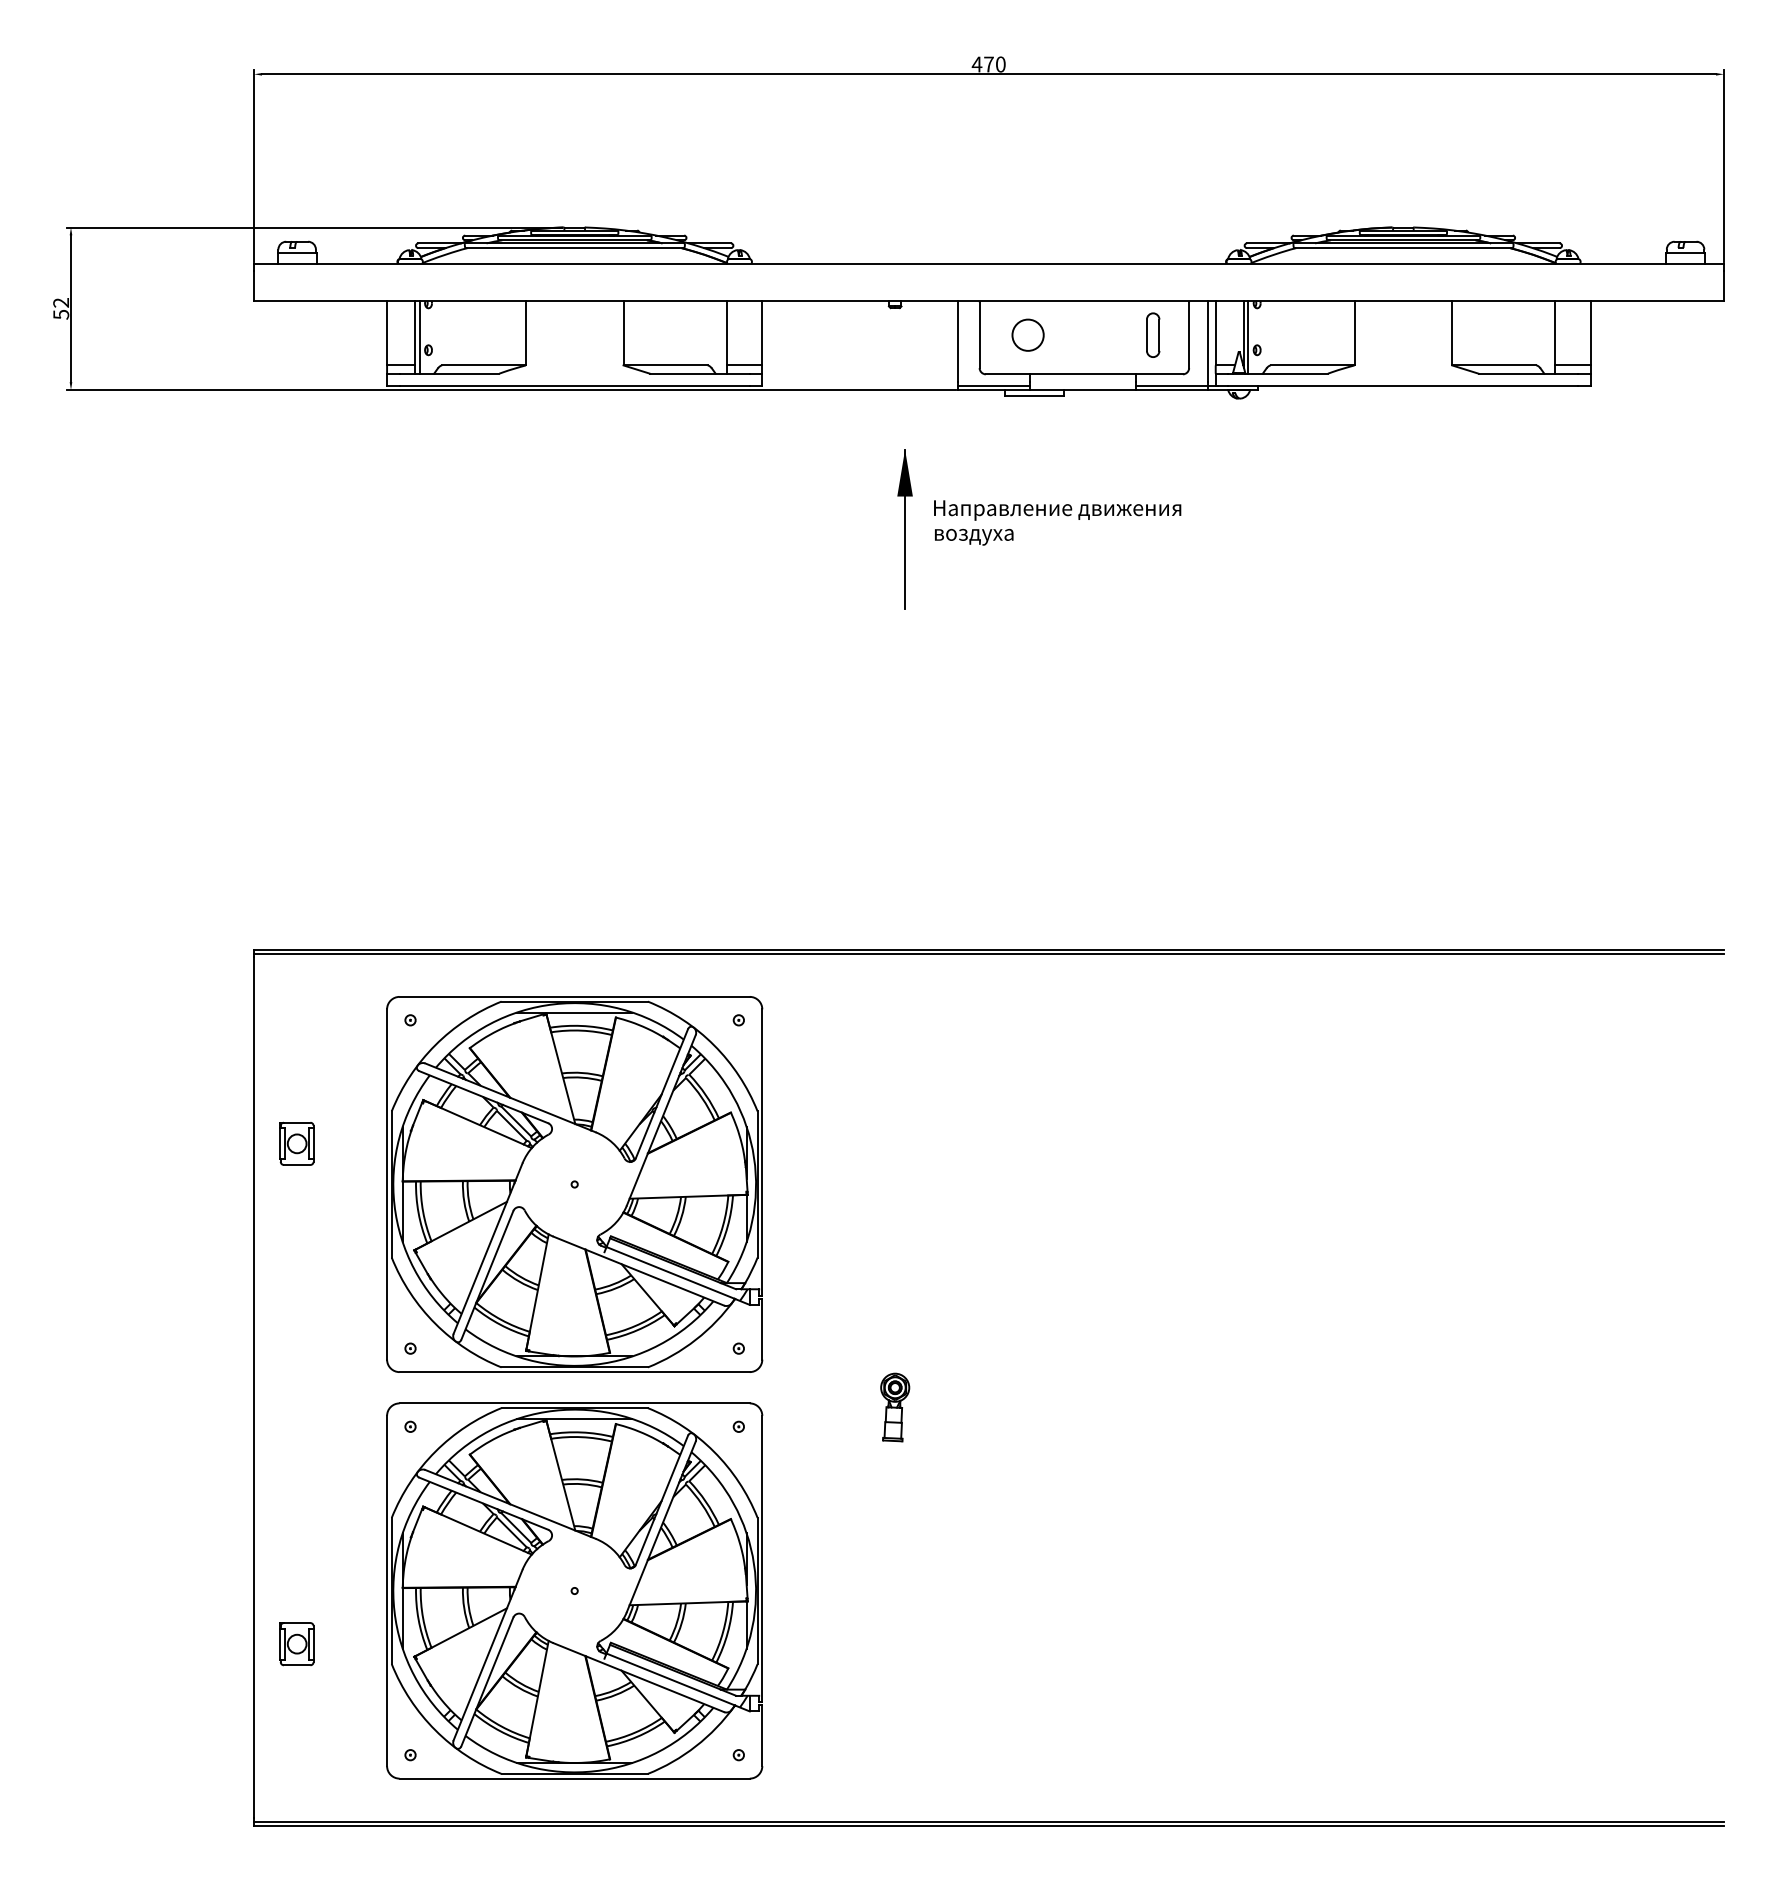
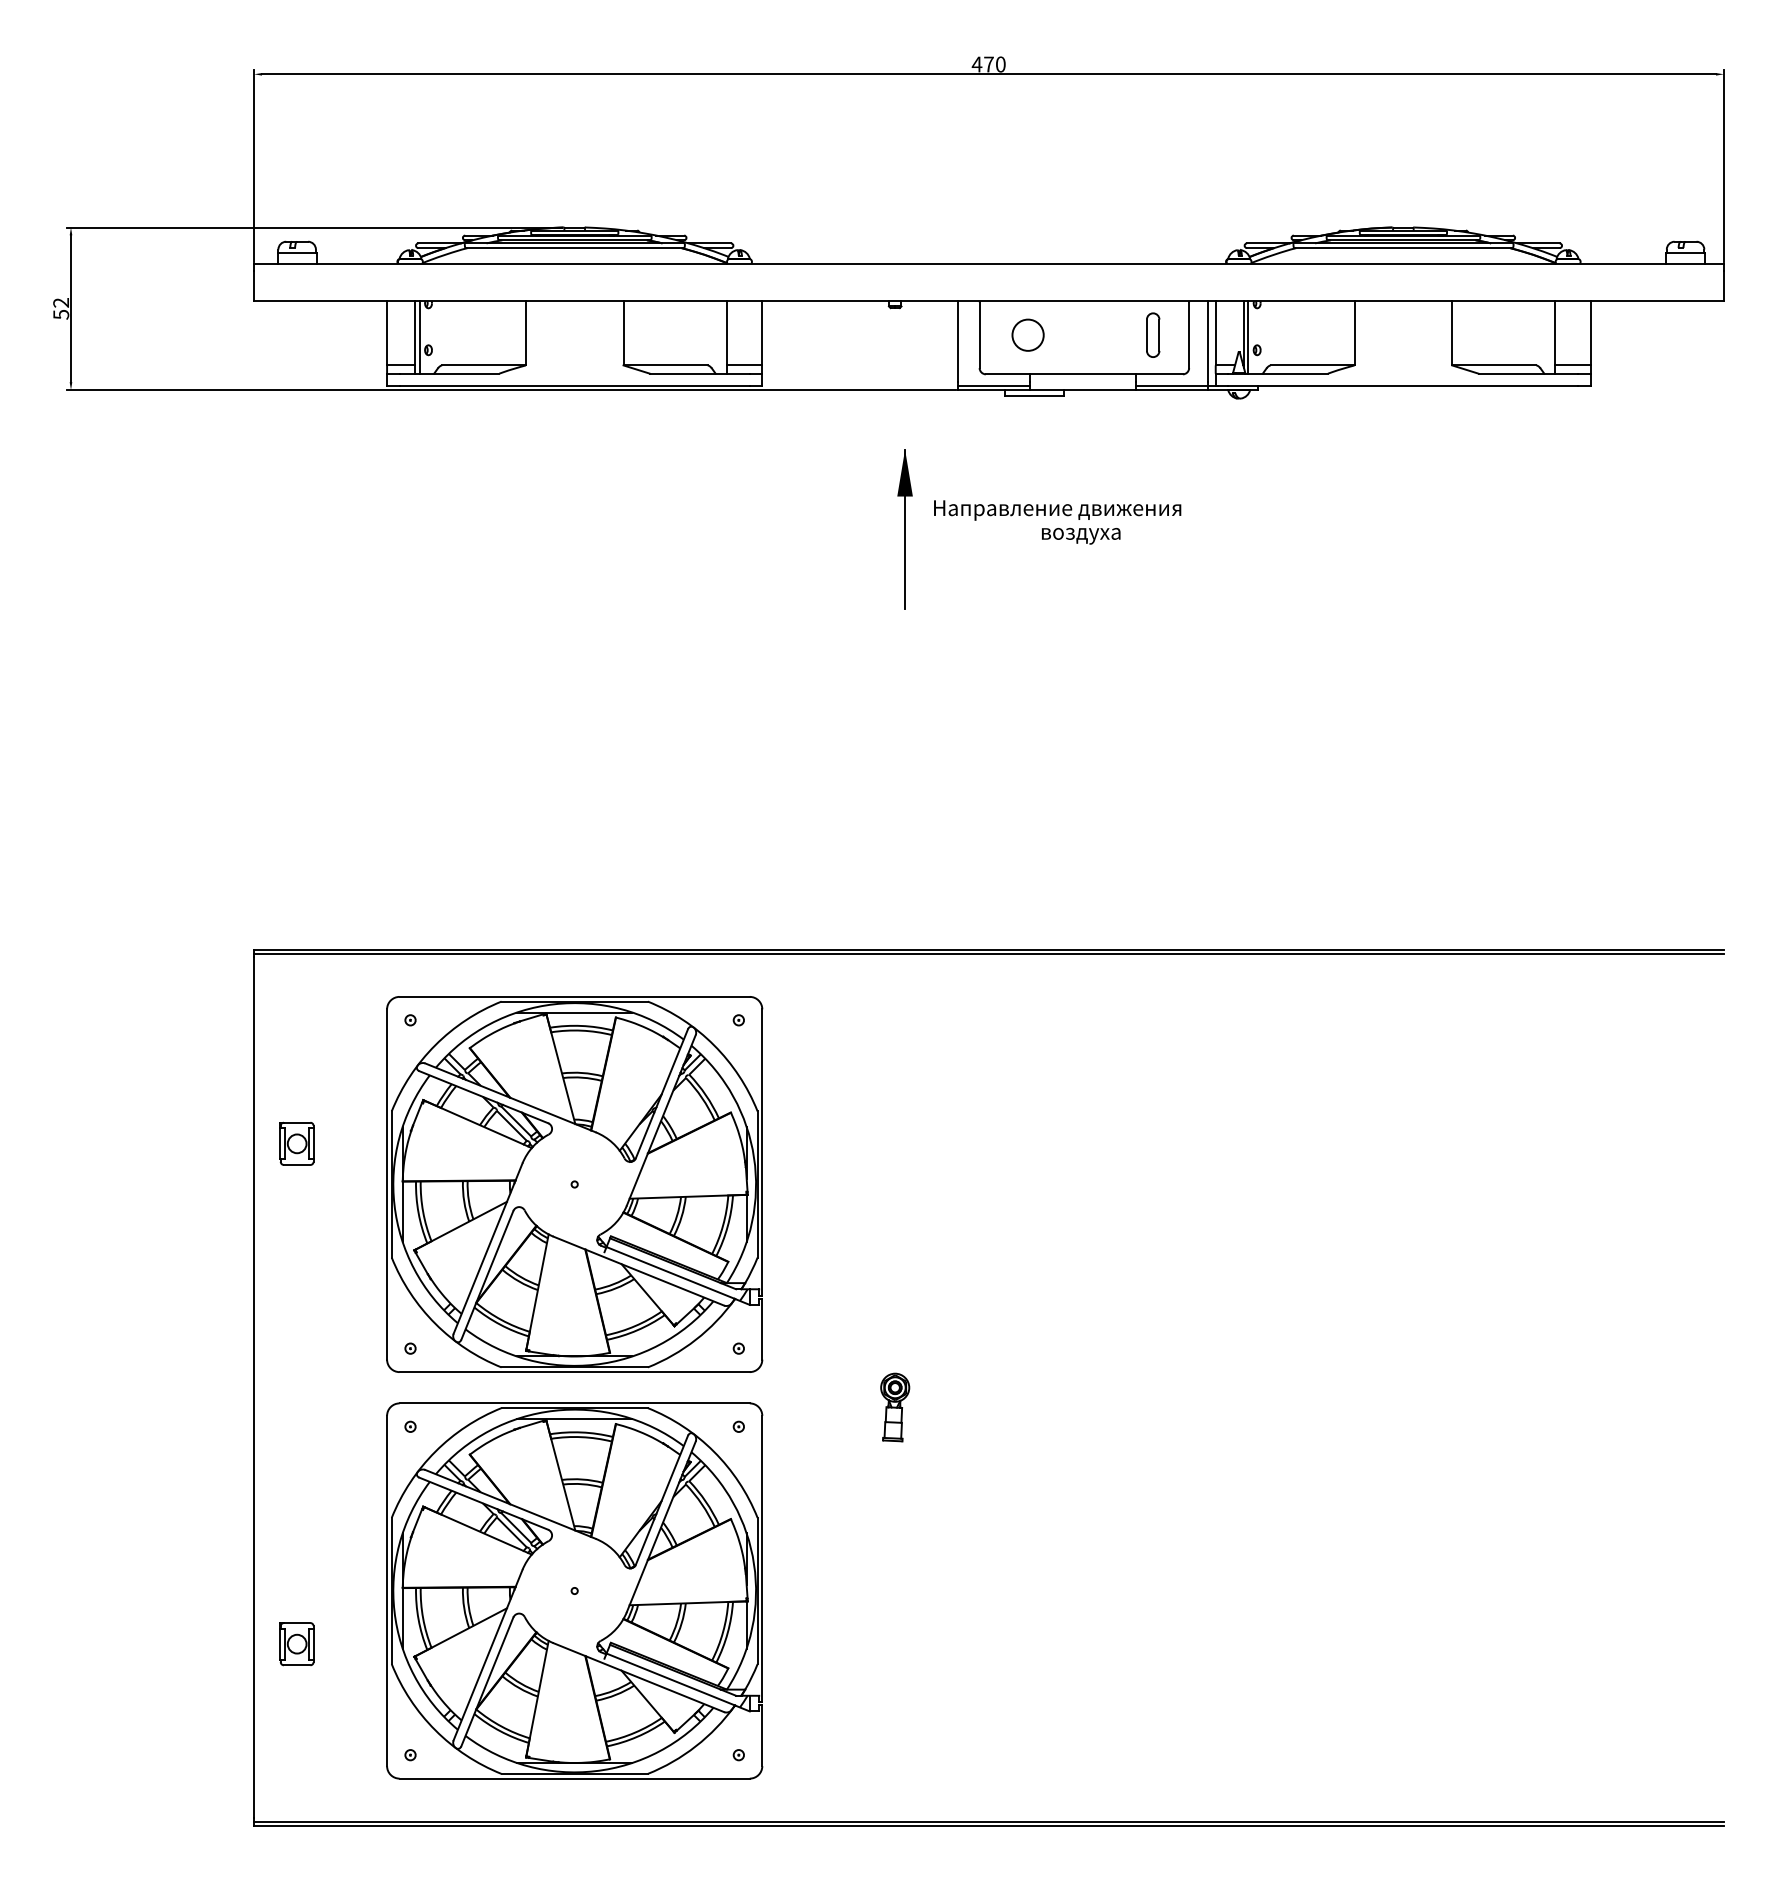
text at (974, 537) position: (974, 537) -> (1081, 536)
